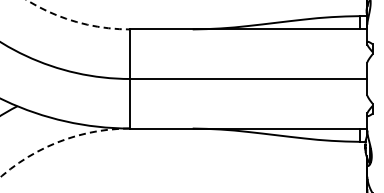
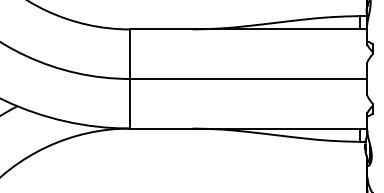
arc at (76, 22): dashed -> solid
arc at (60, 141): dashed -> solid
